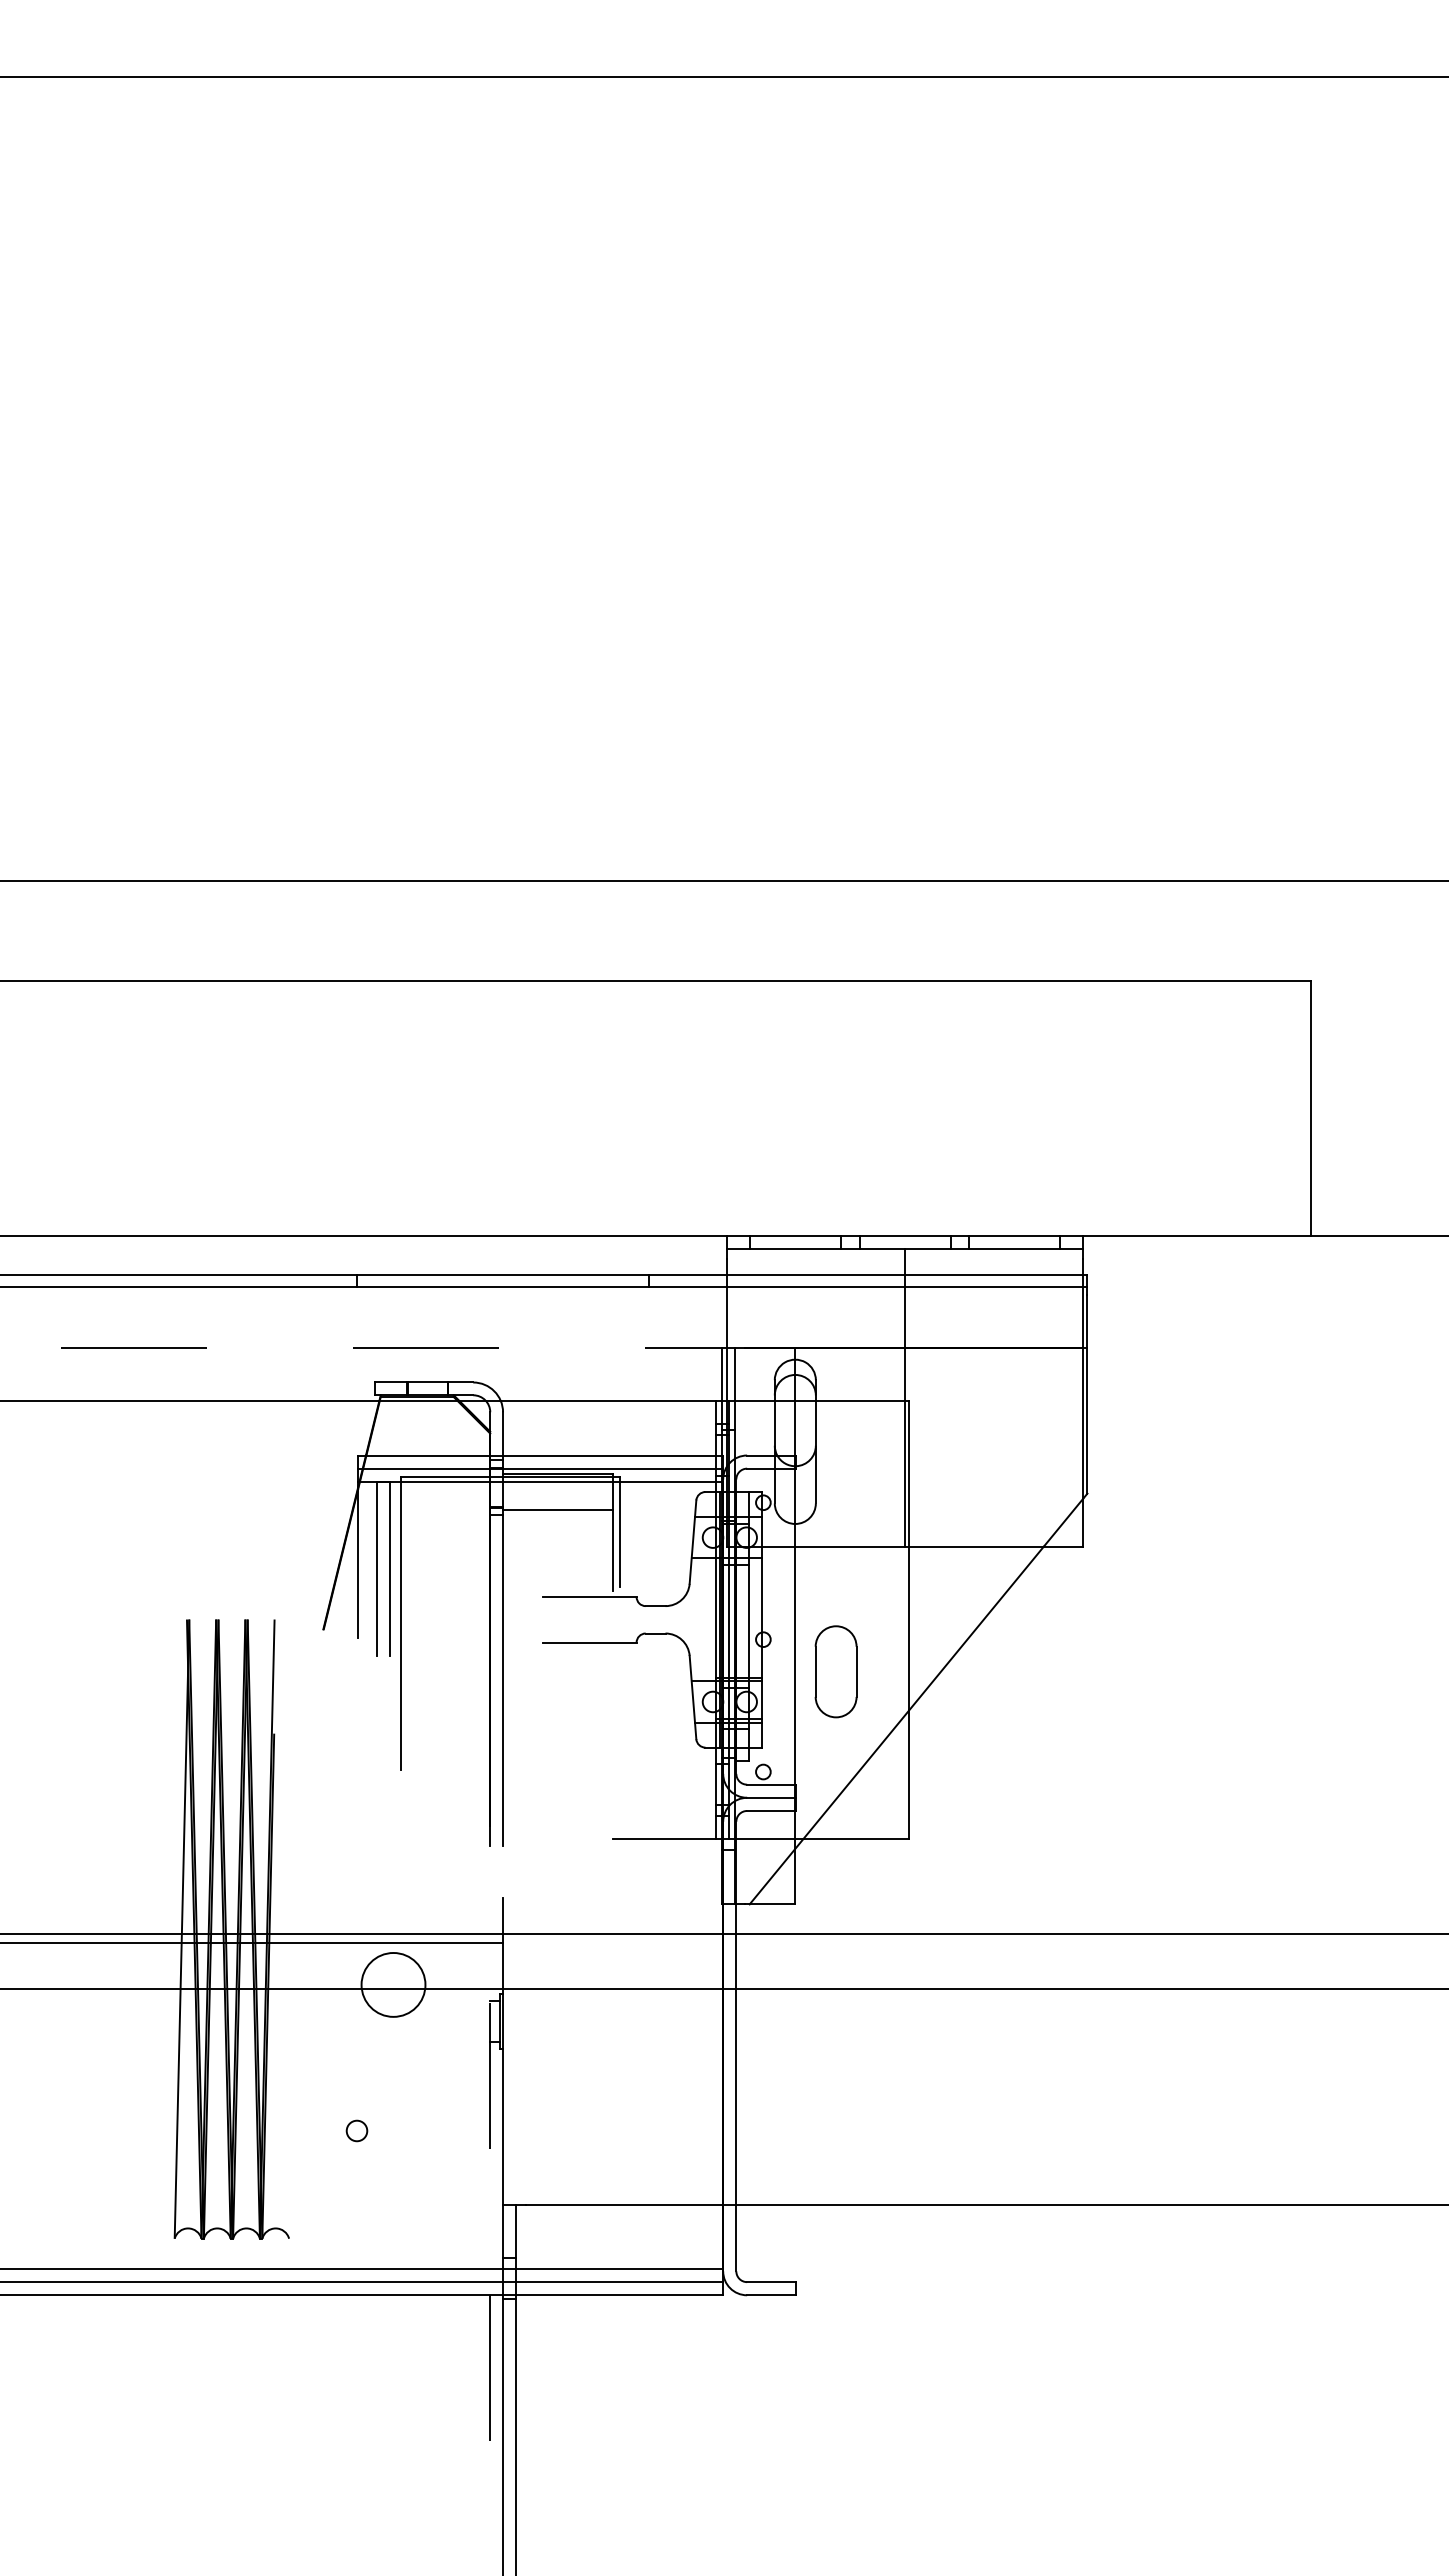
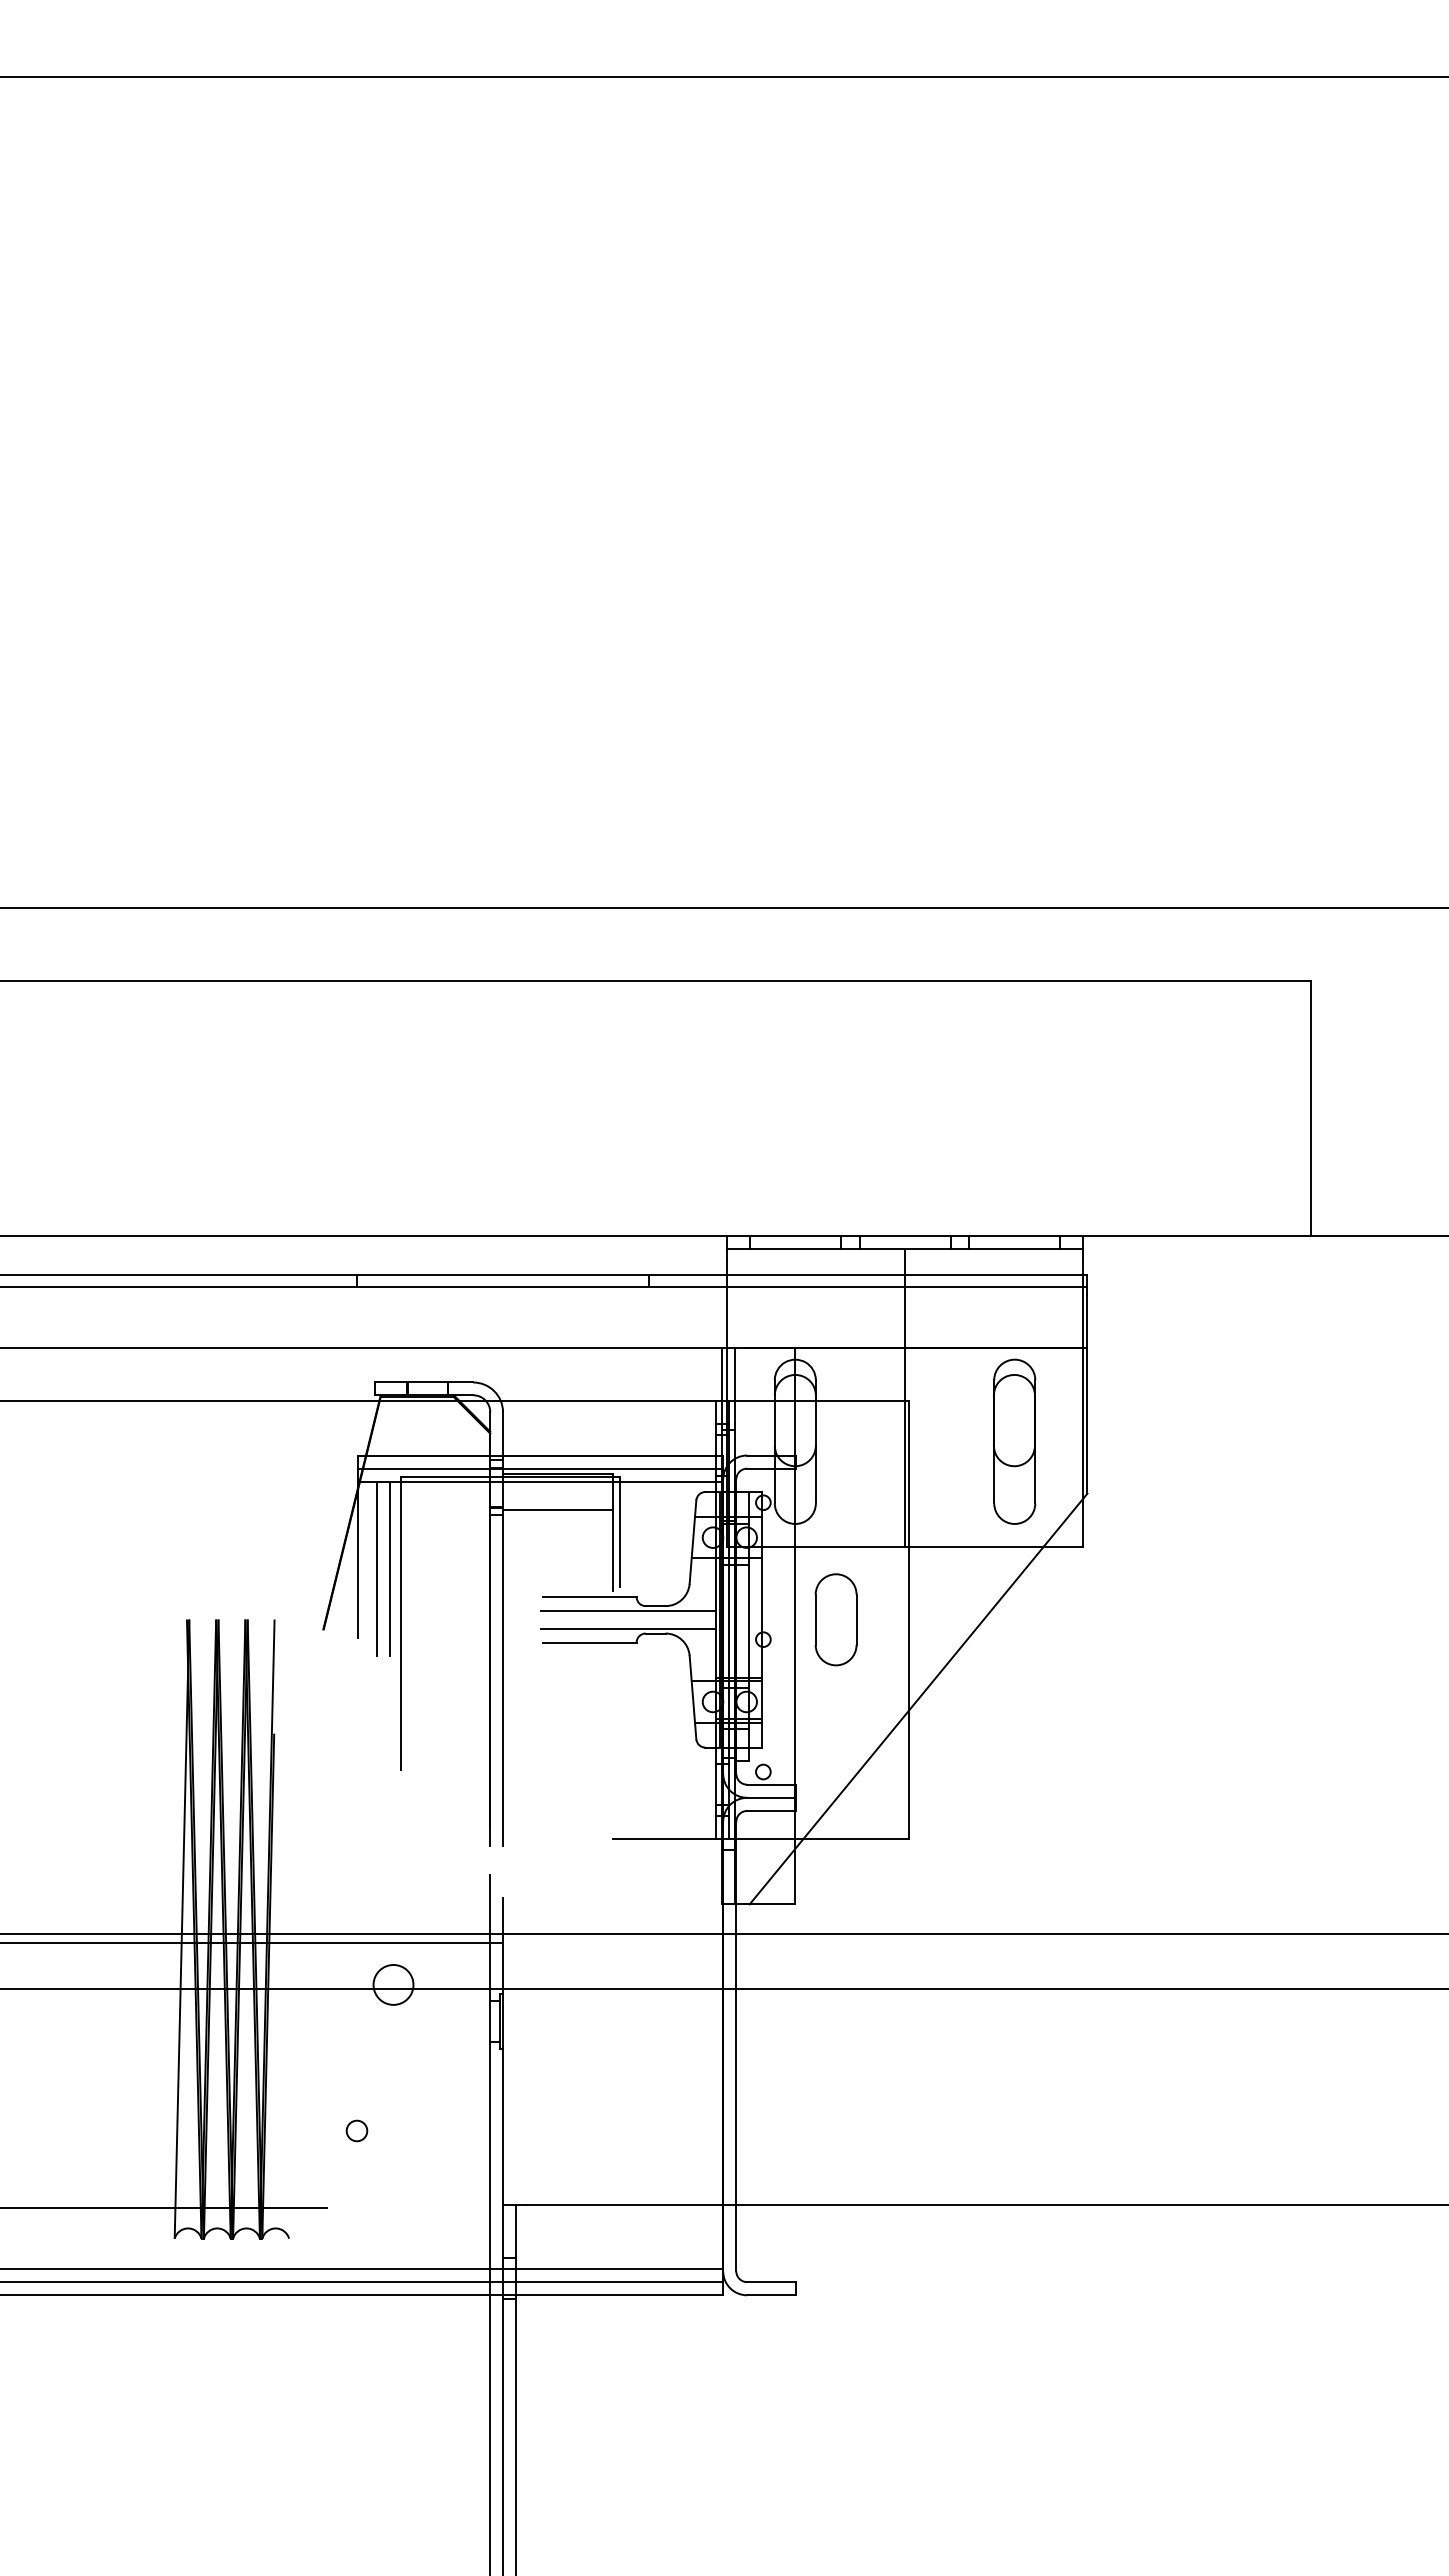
line at (723, 880) position: (723, 880) -> (723, 907)
line at (363, 1347): dashed -> solid
part at (1014, 1441): none -> present
line at (628, 1610): none -> present
line at (628, 1628): none -> present
part at (835, 1671) position: (835, 1671) -> (835, 1619)
circle at (393, 1984) diameter: 64 px -> 40 px
line at (164, 2207): none -> present
line at (490, 2225): dashed -> solid
